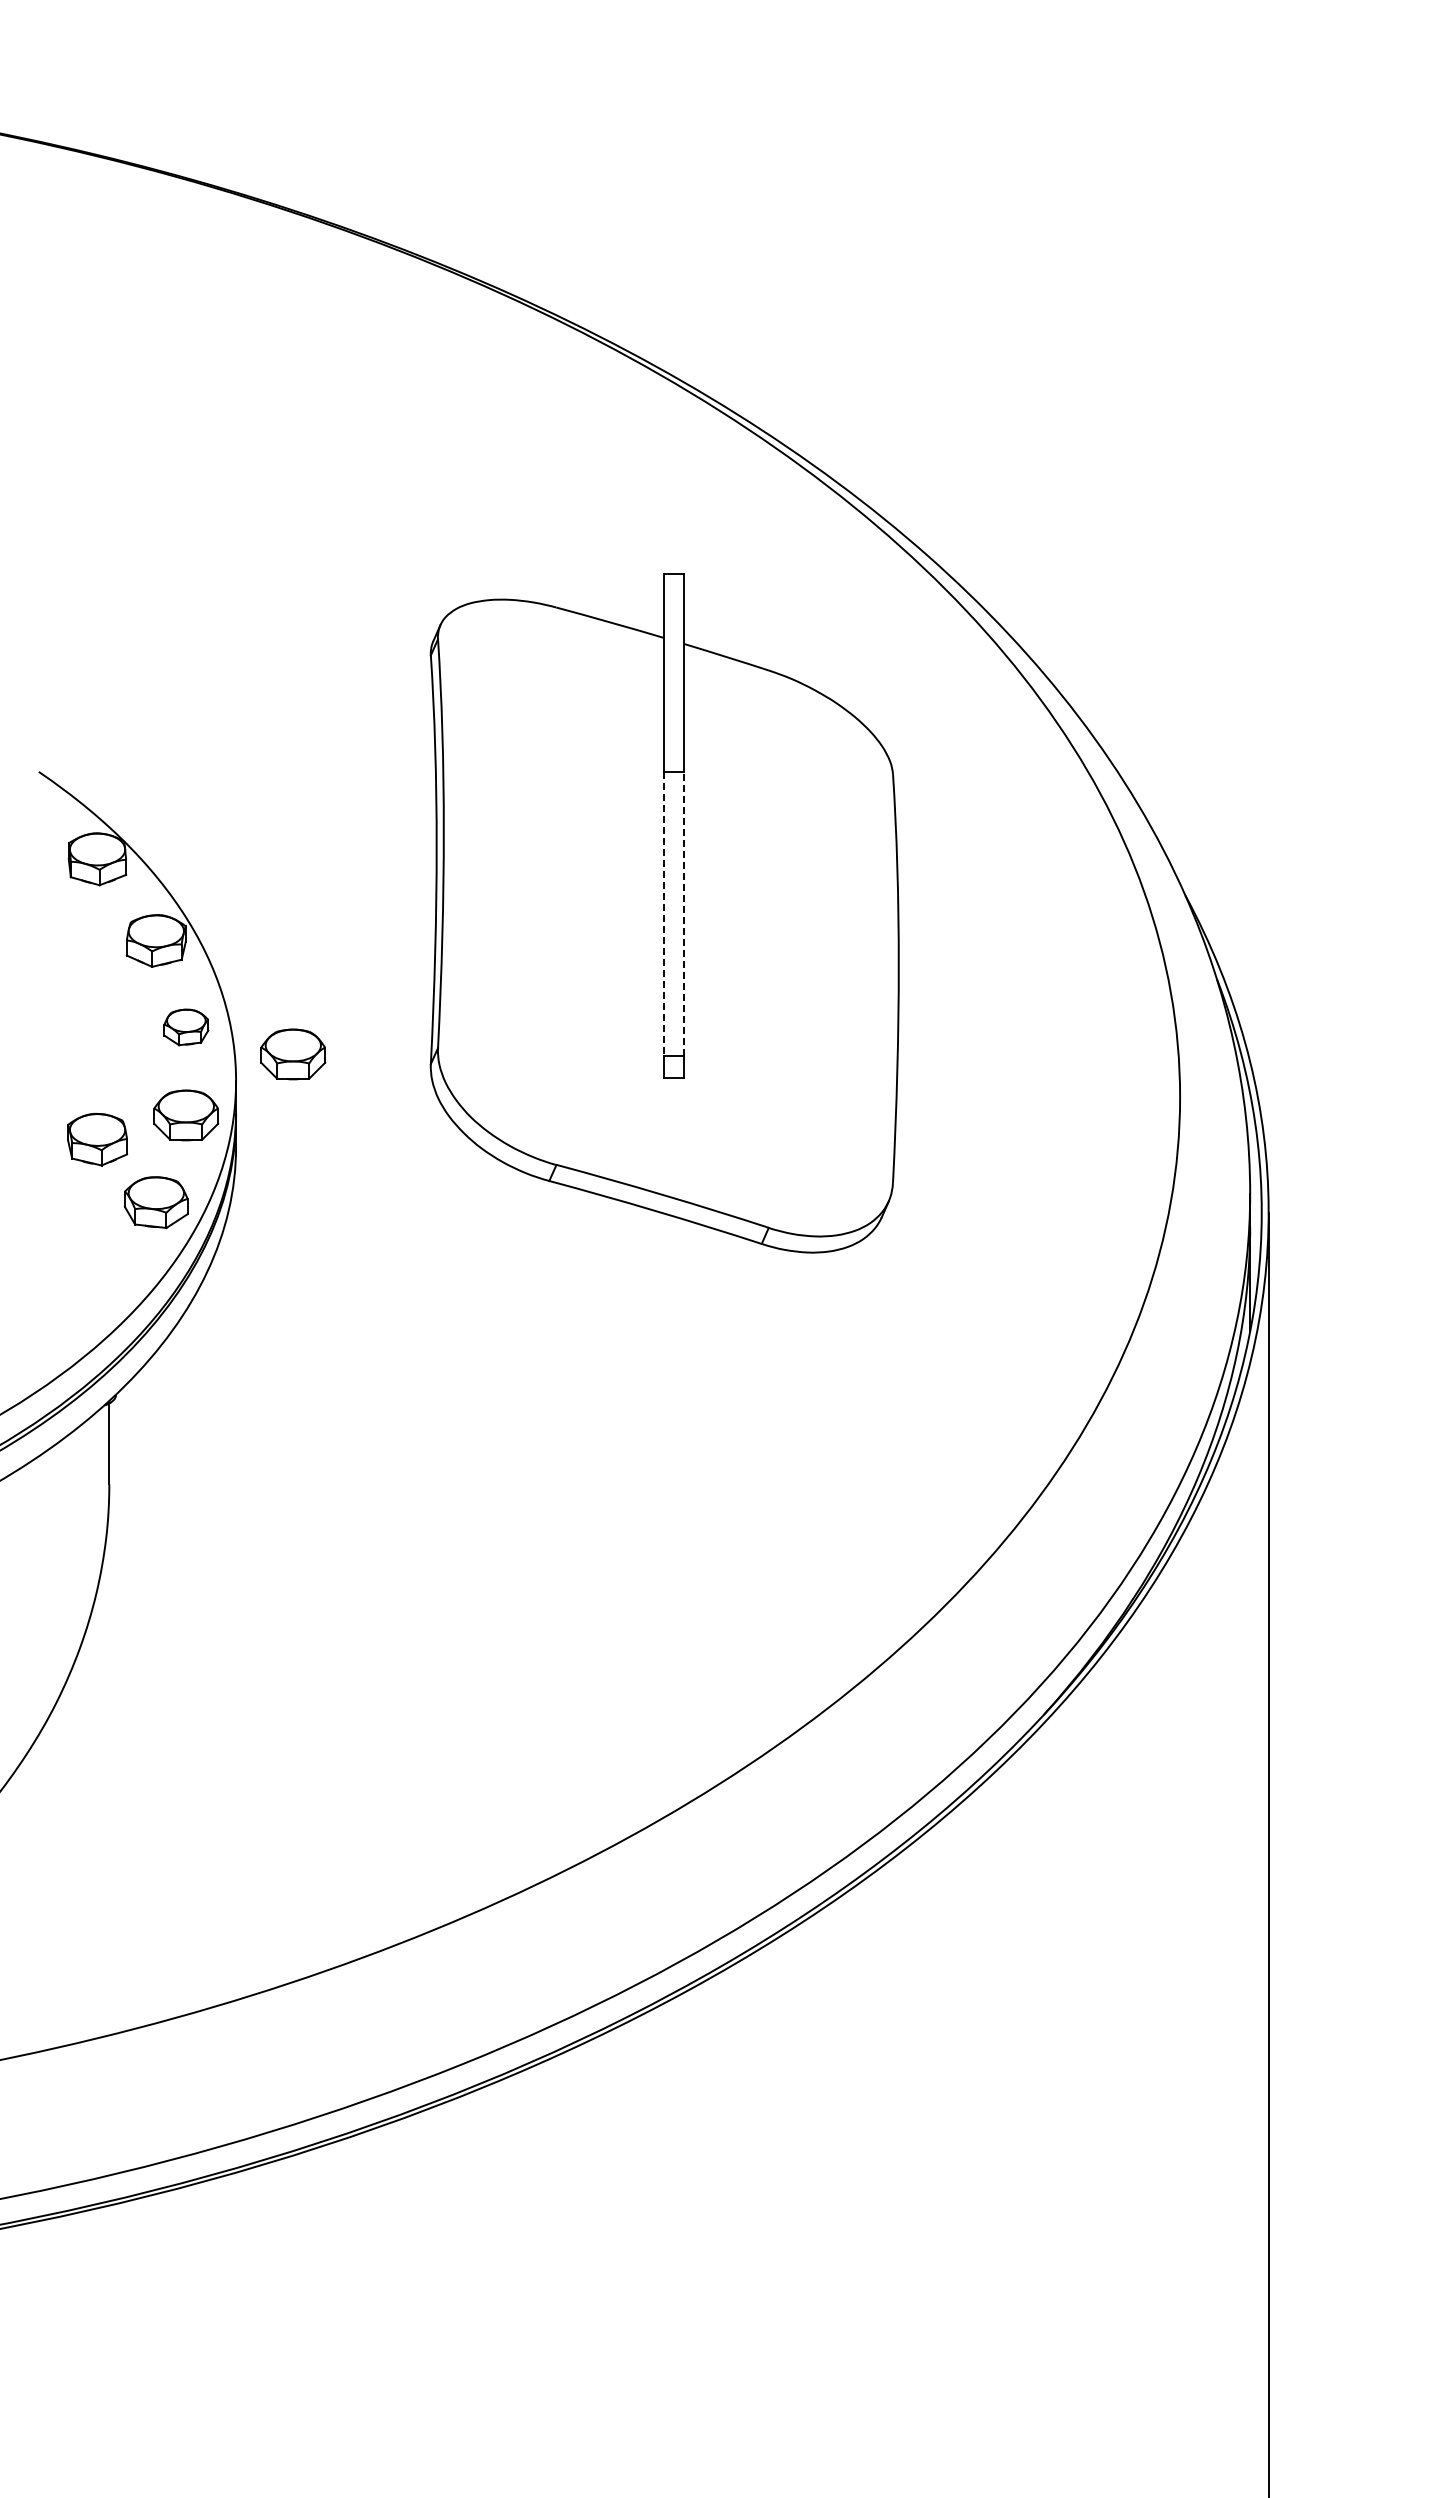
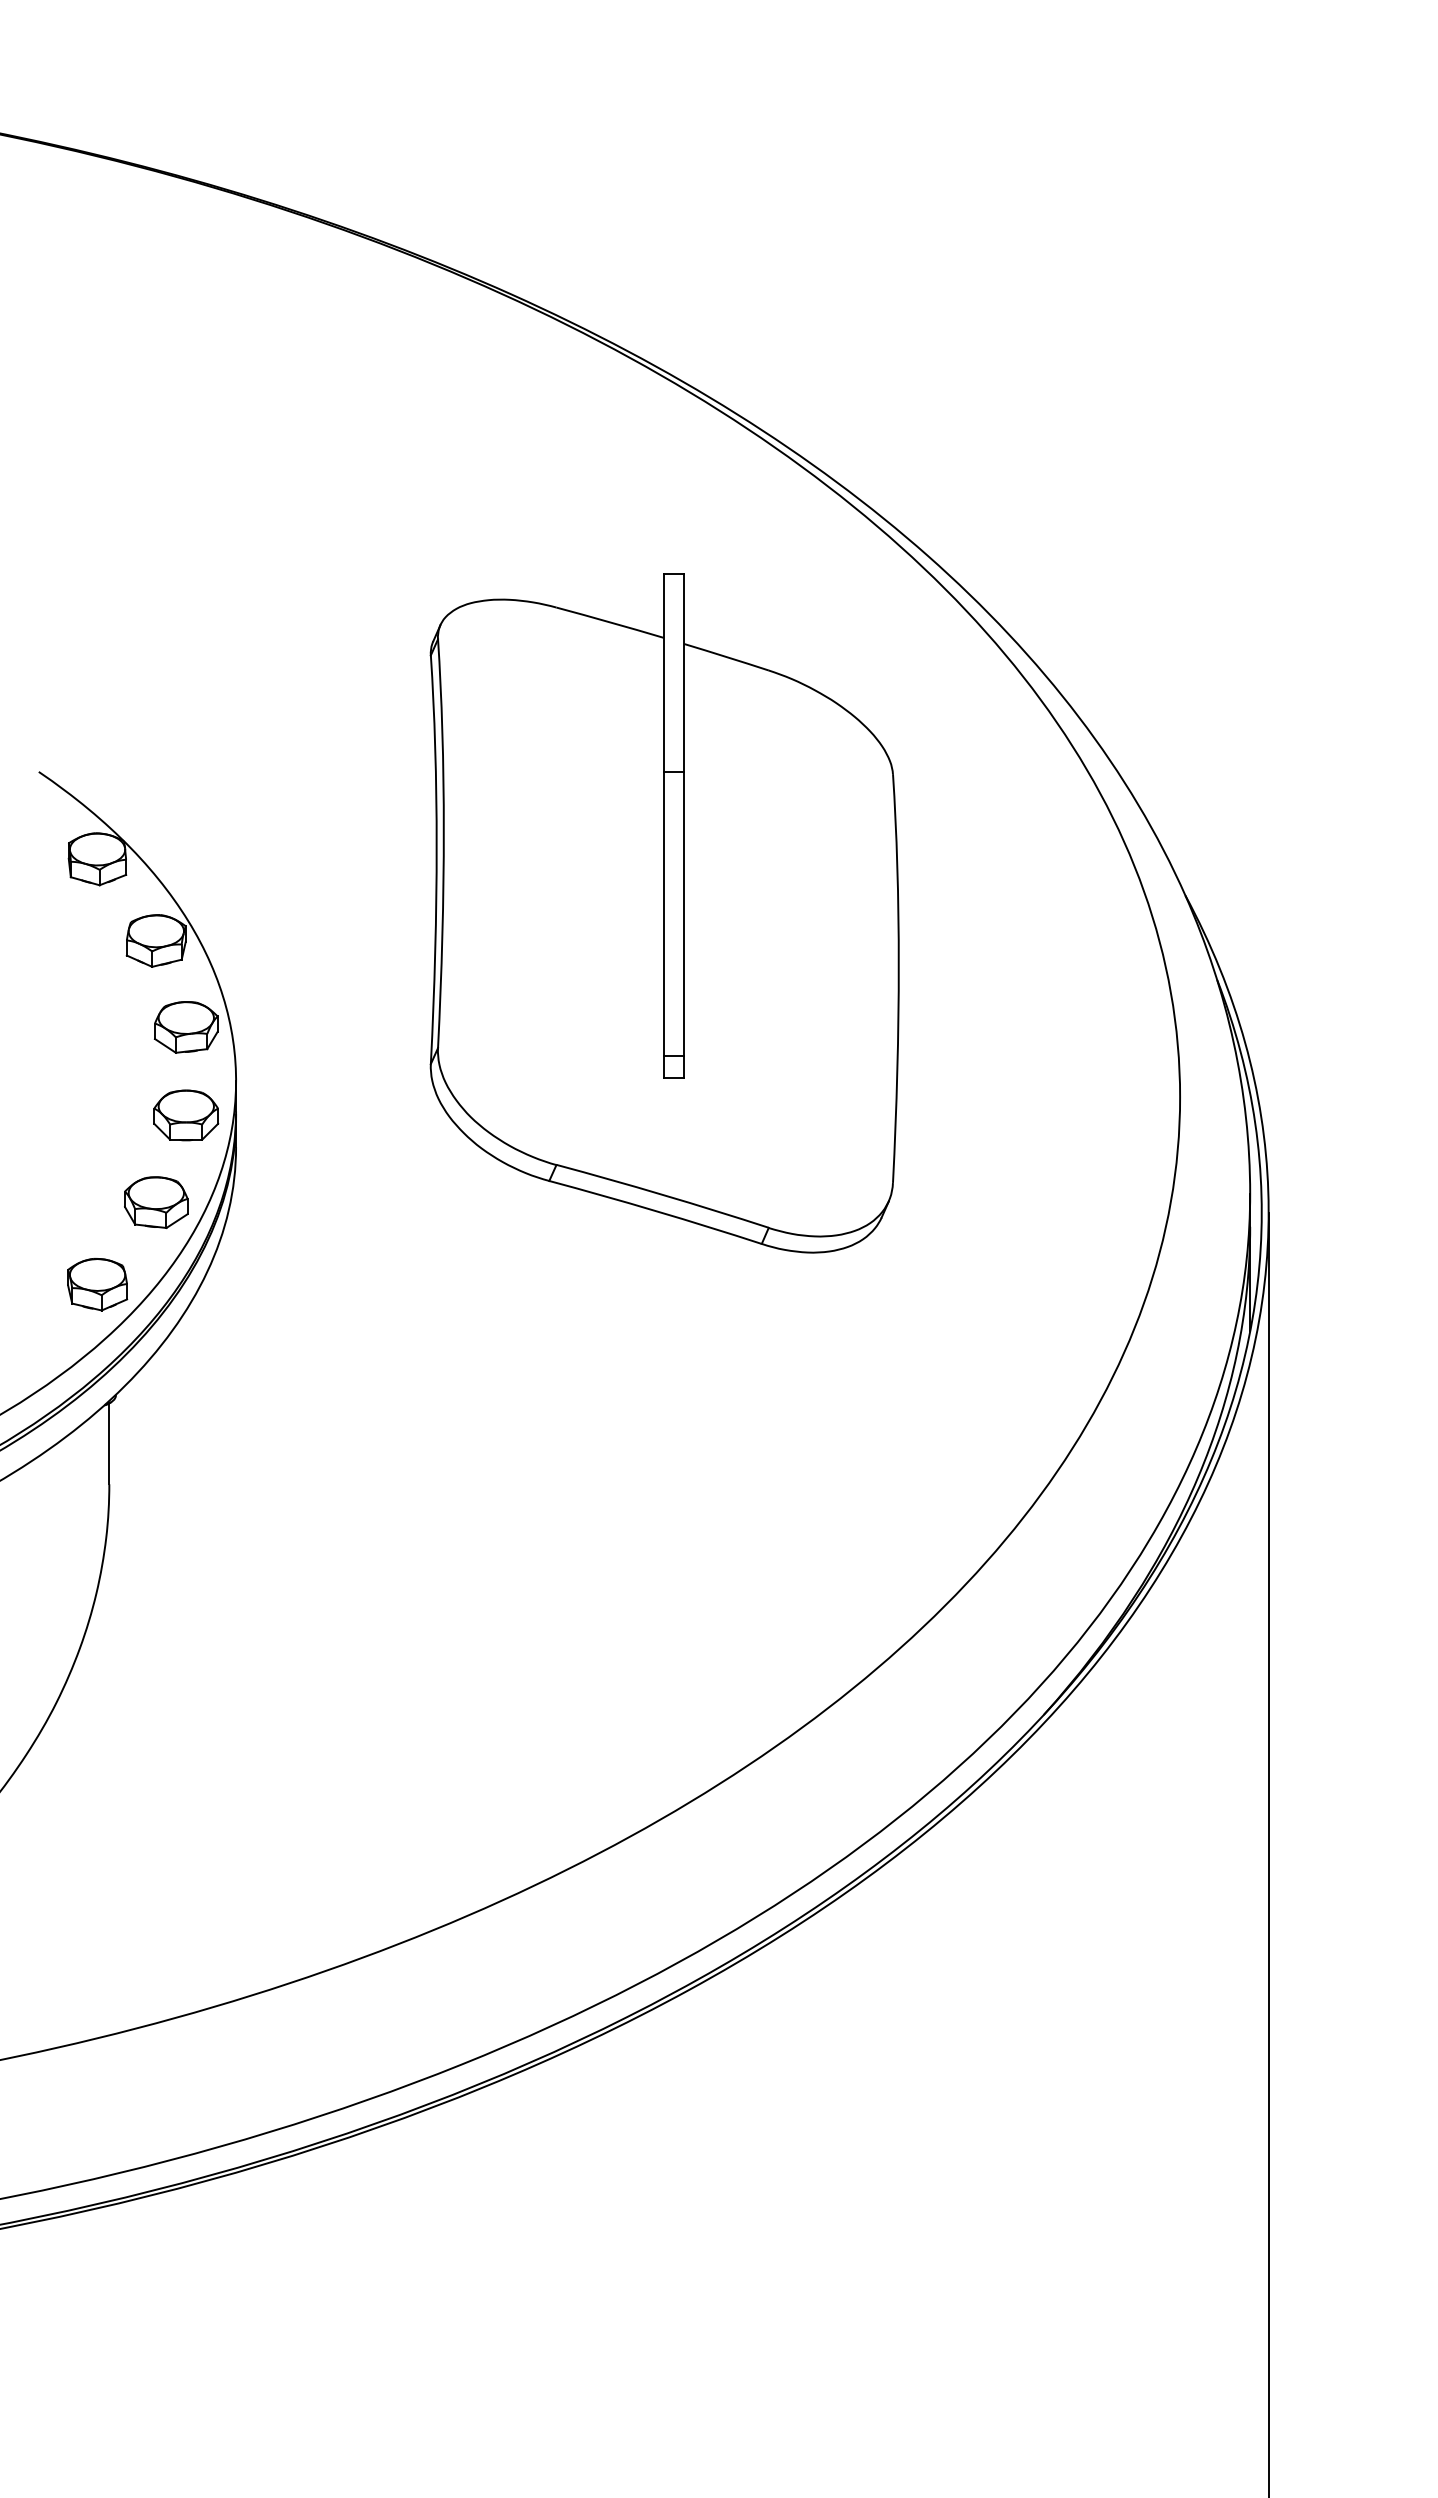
line at (684, 913): dashed -> solid
line at (663, 914): dashed -> solid
part at (186, 1027) size: 47x39 px -> 65x53 px
part at (293, 1054): present -> none
part at (97, 1139) position: (97, 1139) -> (97, 1284)
